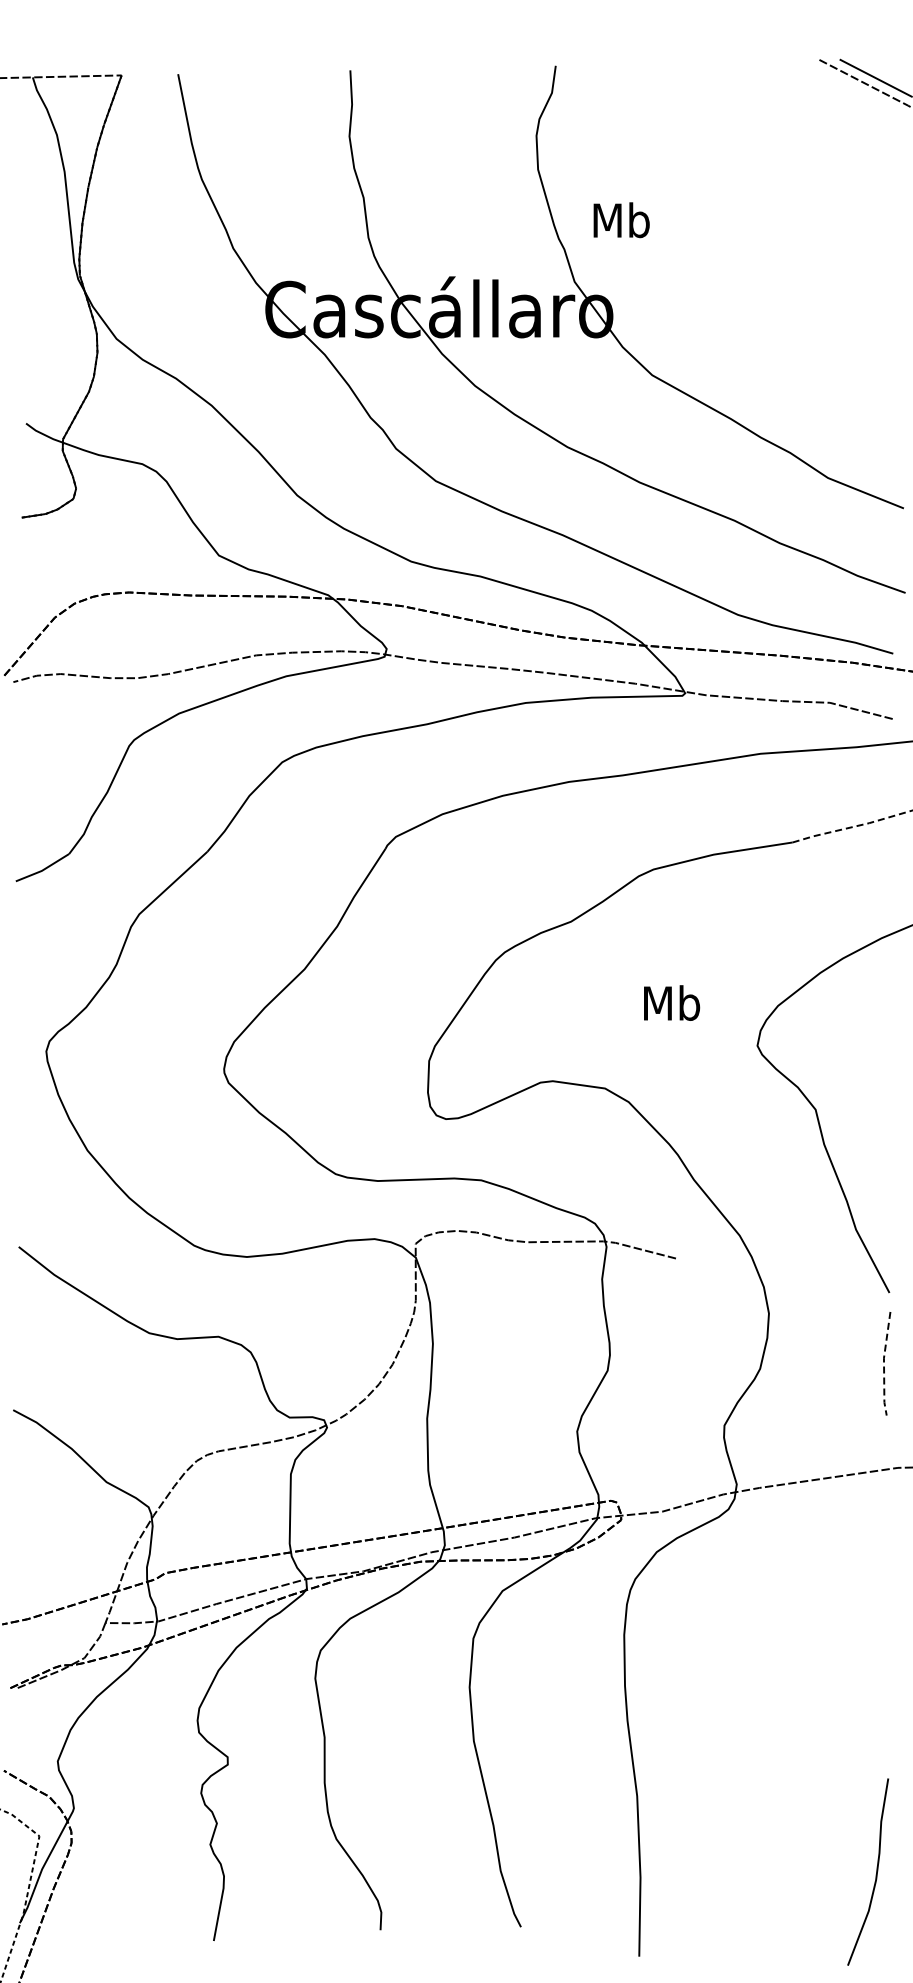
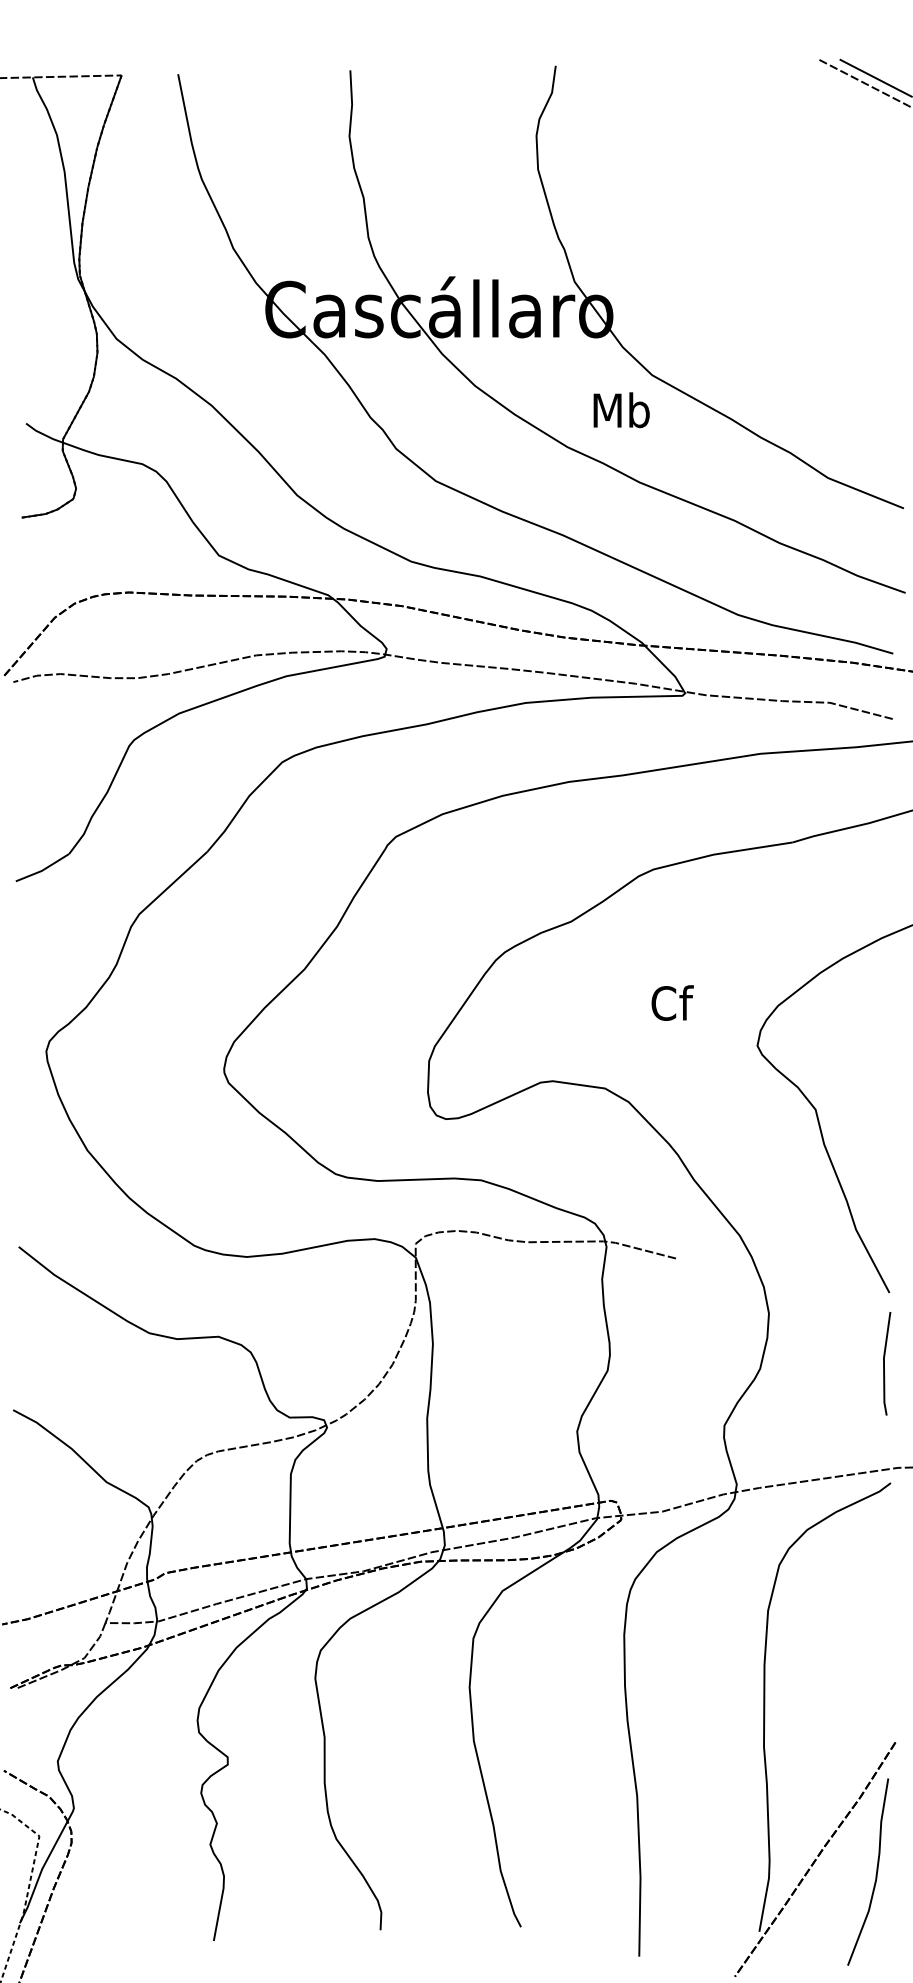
text at (621, 220) position: (621, 220) -> (621, 410)
line at (852, 827): dashed -> solid
text at (672, 1002): Mb -> Cf
line at (884, 1364): dashed -> solid
part at (765, 1722): none -> present
